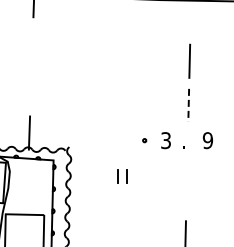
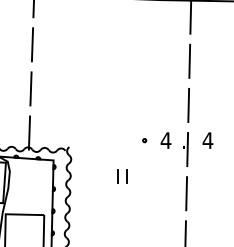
line at (190, 17): none -> present
line at (32, 44): none -> present
line at (30, 88): none -> present
line at (188, 105): dashed -> solid
text at (165, 140): 3 -> 4
text at (207, 140): 9 -> 4
line at (187, 149): none -> present
line at (186, 193): none -> present
